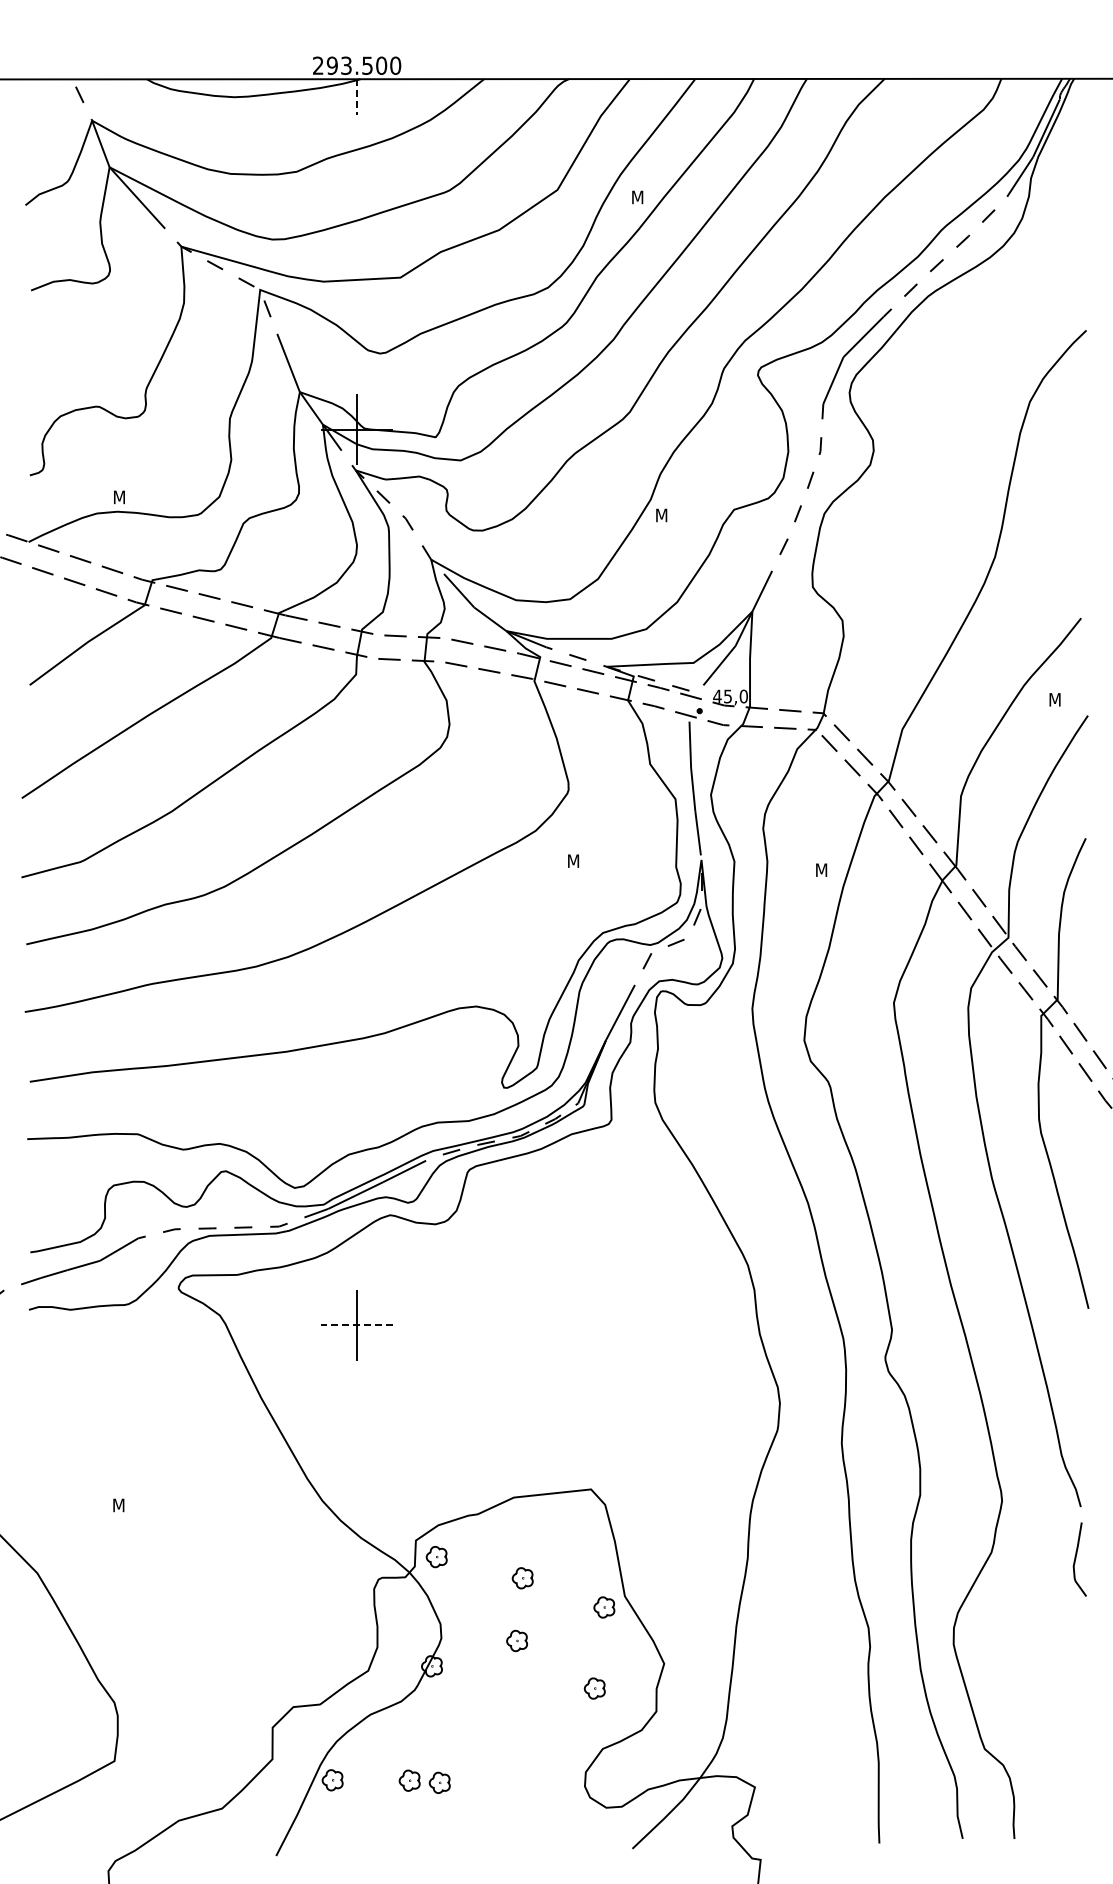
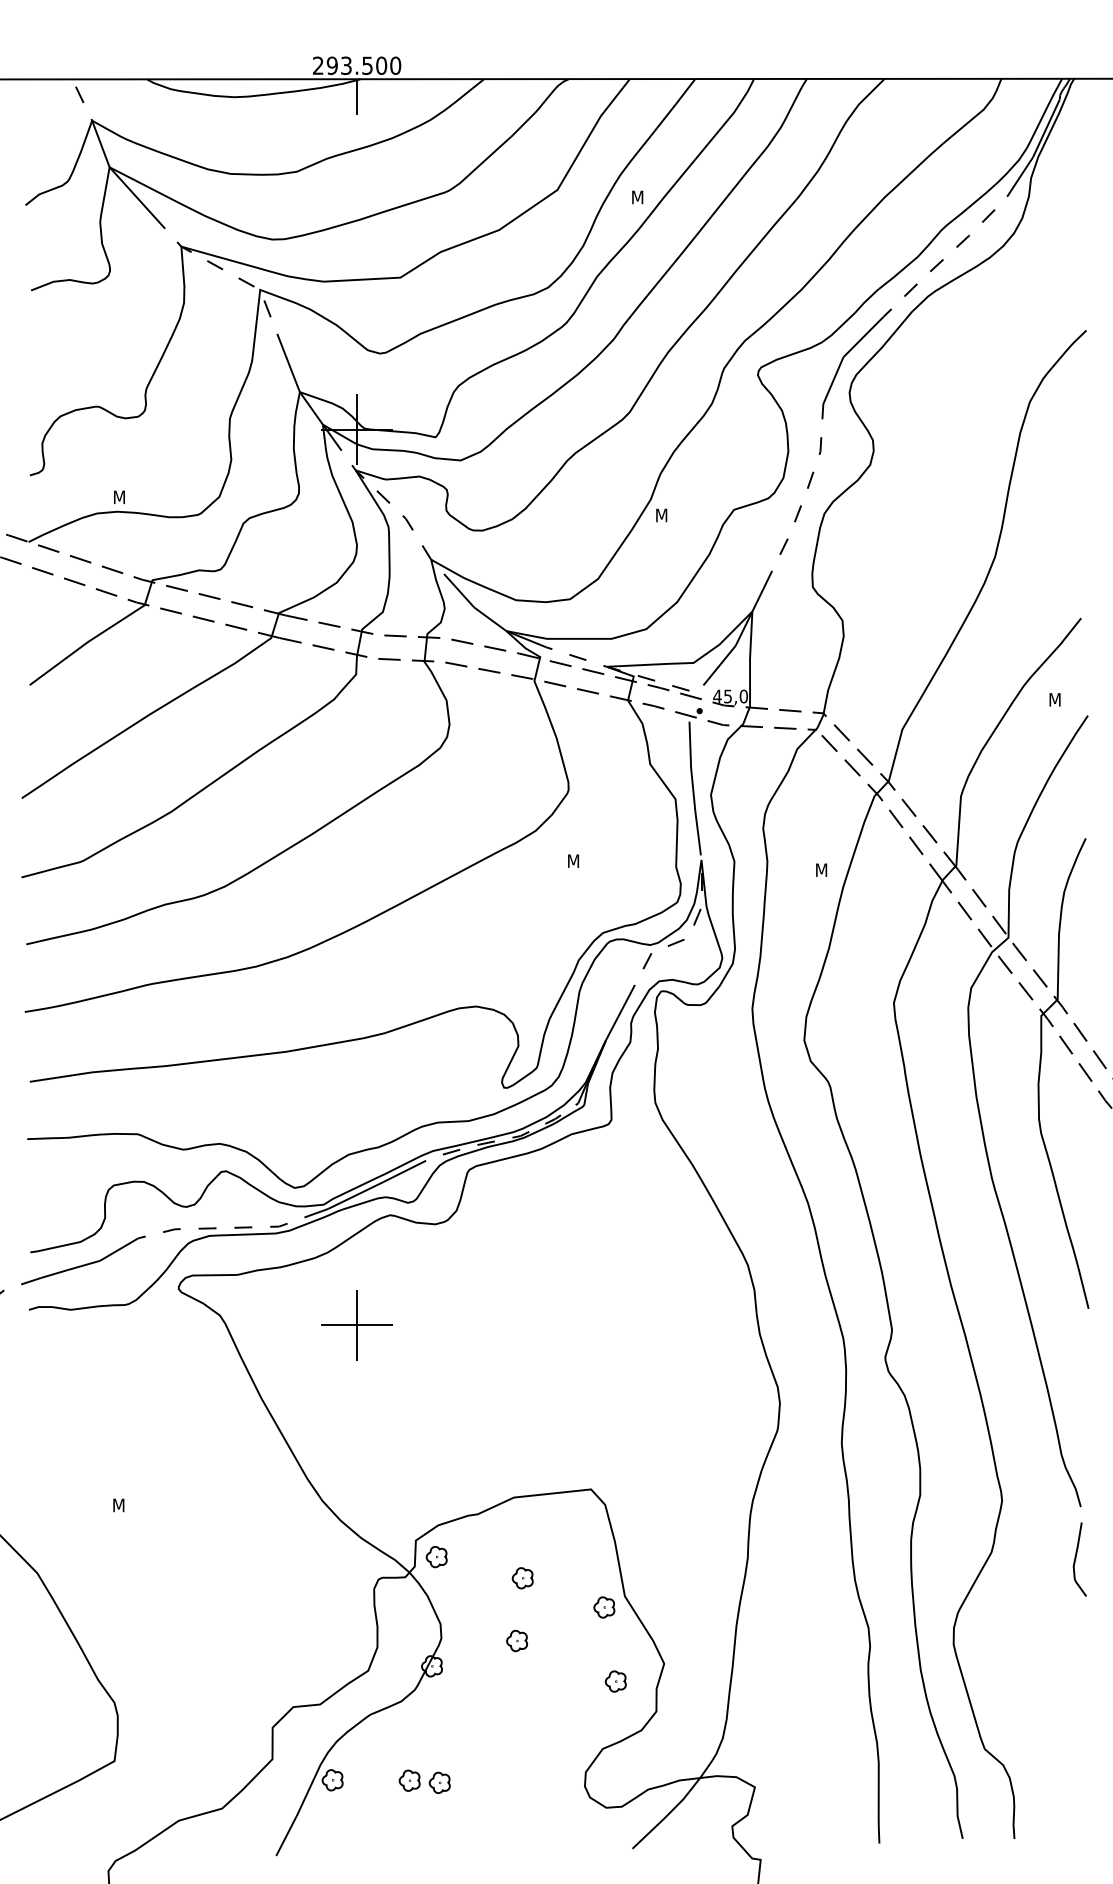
line at (357, 97): dashed -> solid
line at (357, 1325): dashed -> solid
part at (594, 1688) position: (594, 1688) -> (615, 1681)
